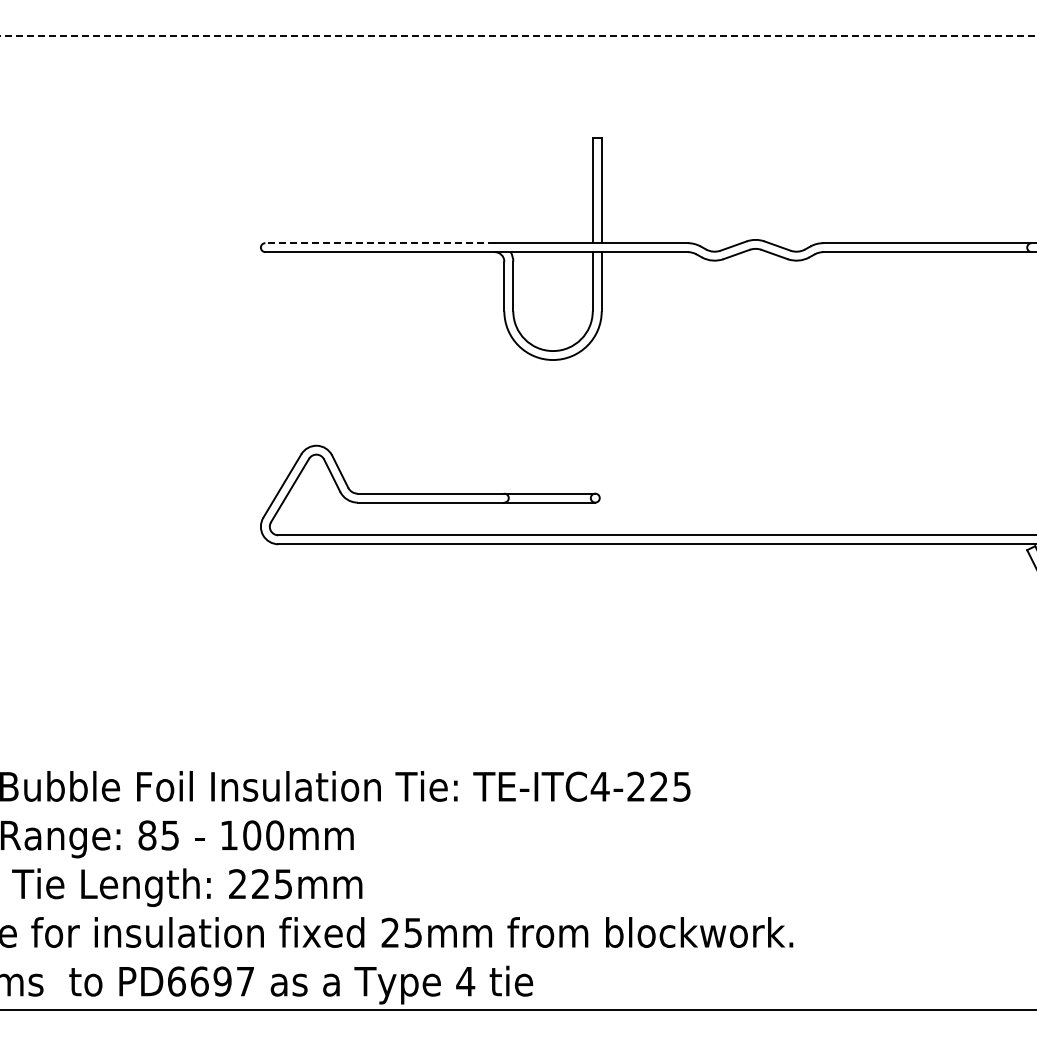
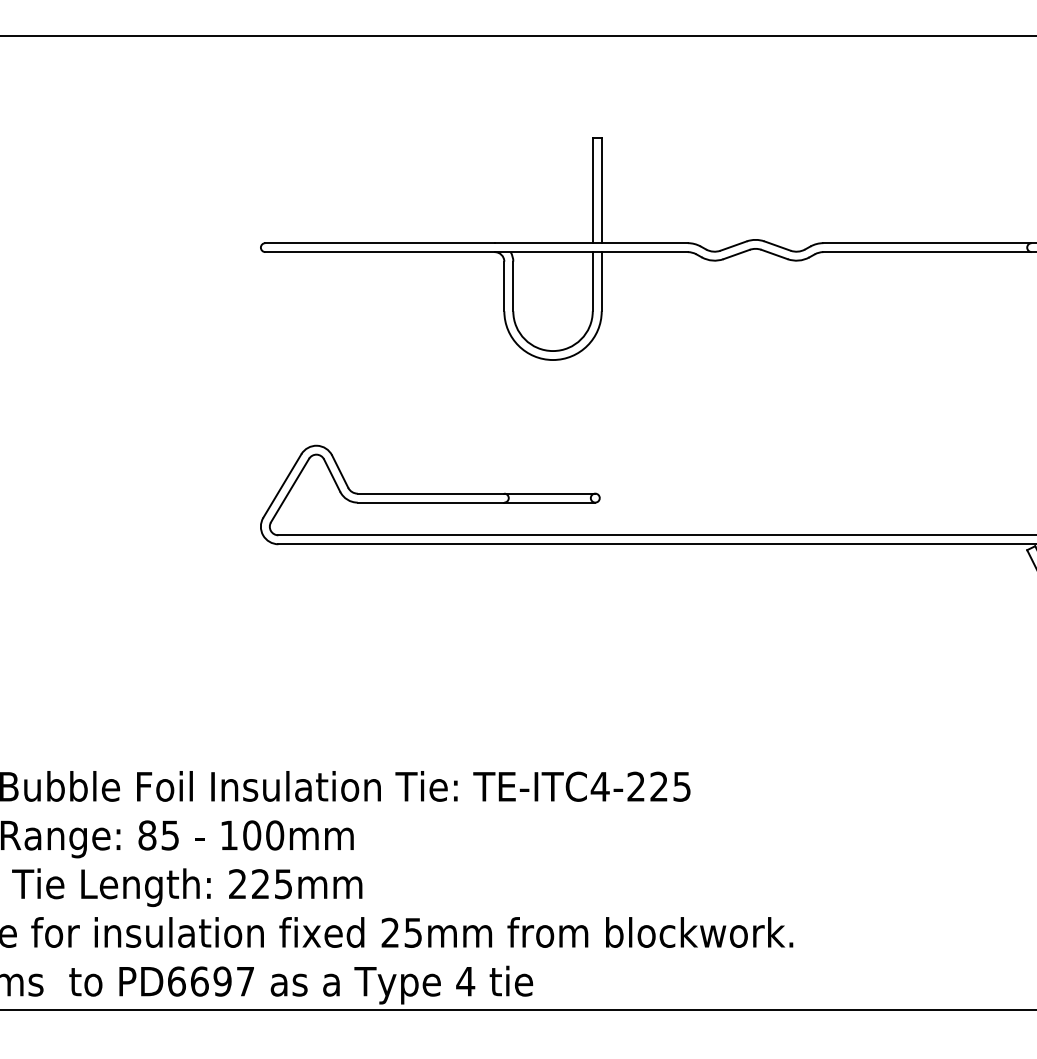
line at (519, 36): dashed -> solid
line at (380, 243): dashed -> solid
